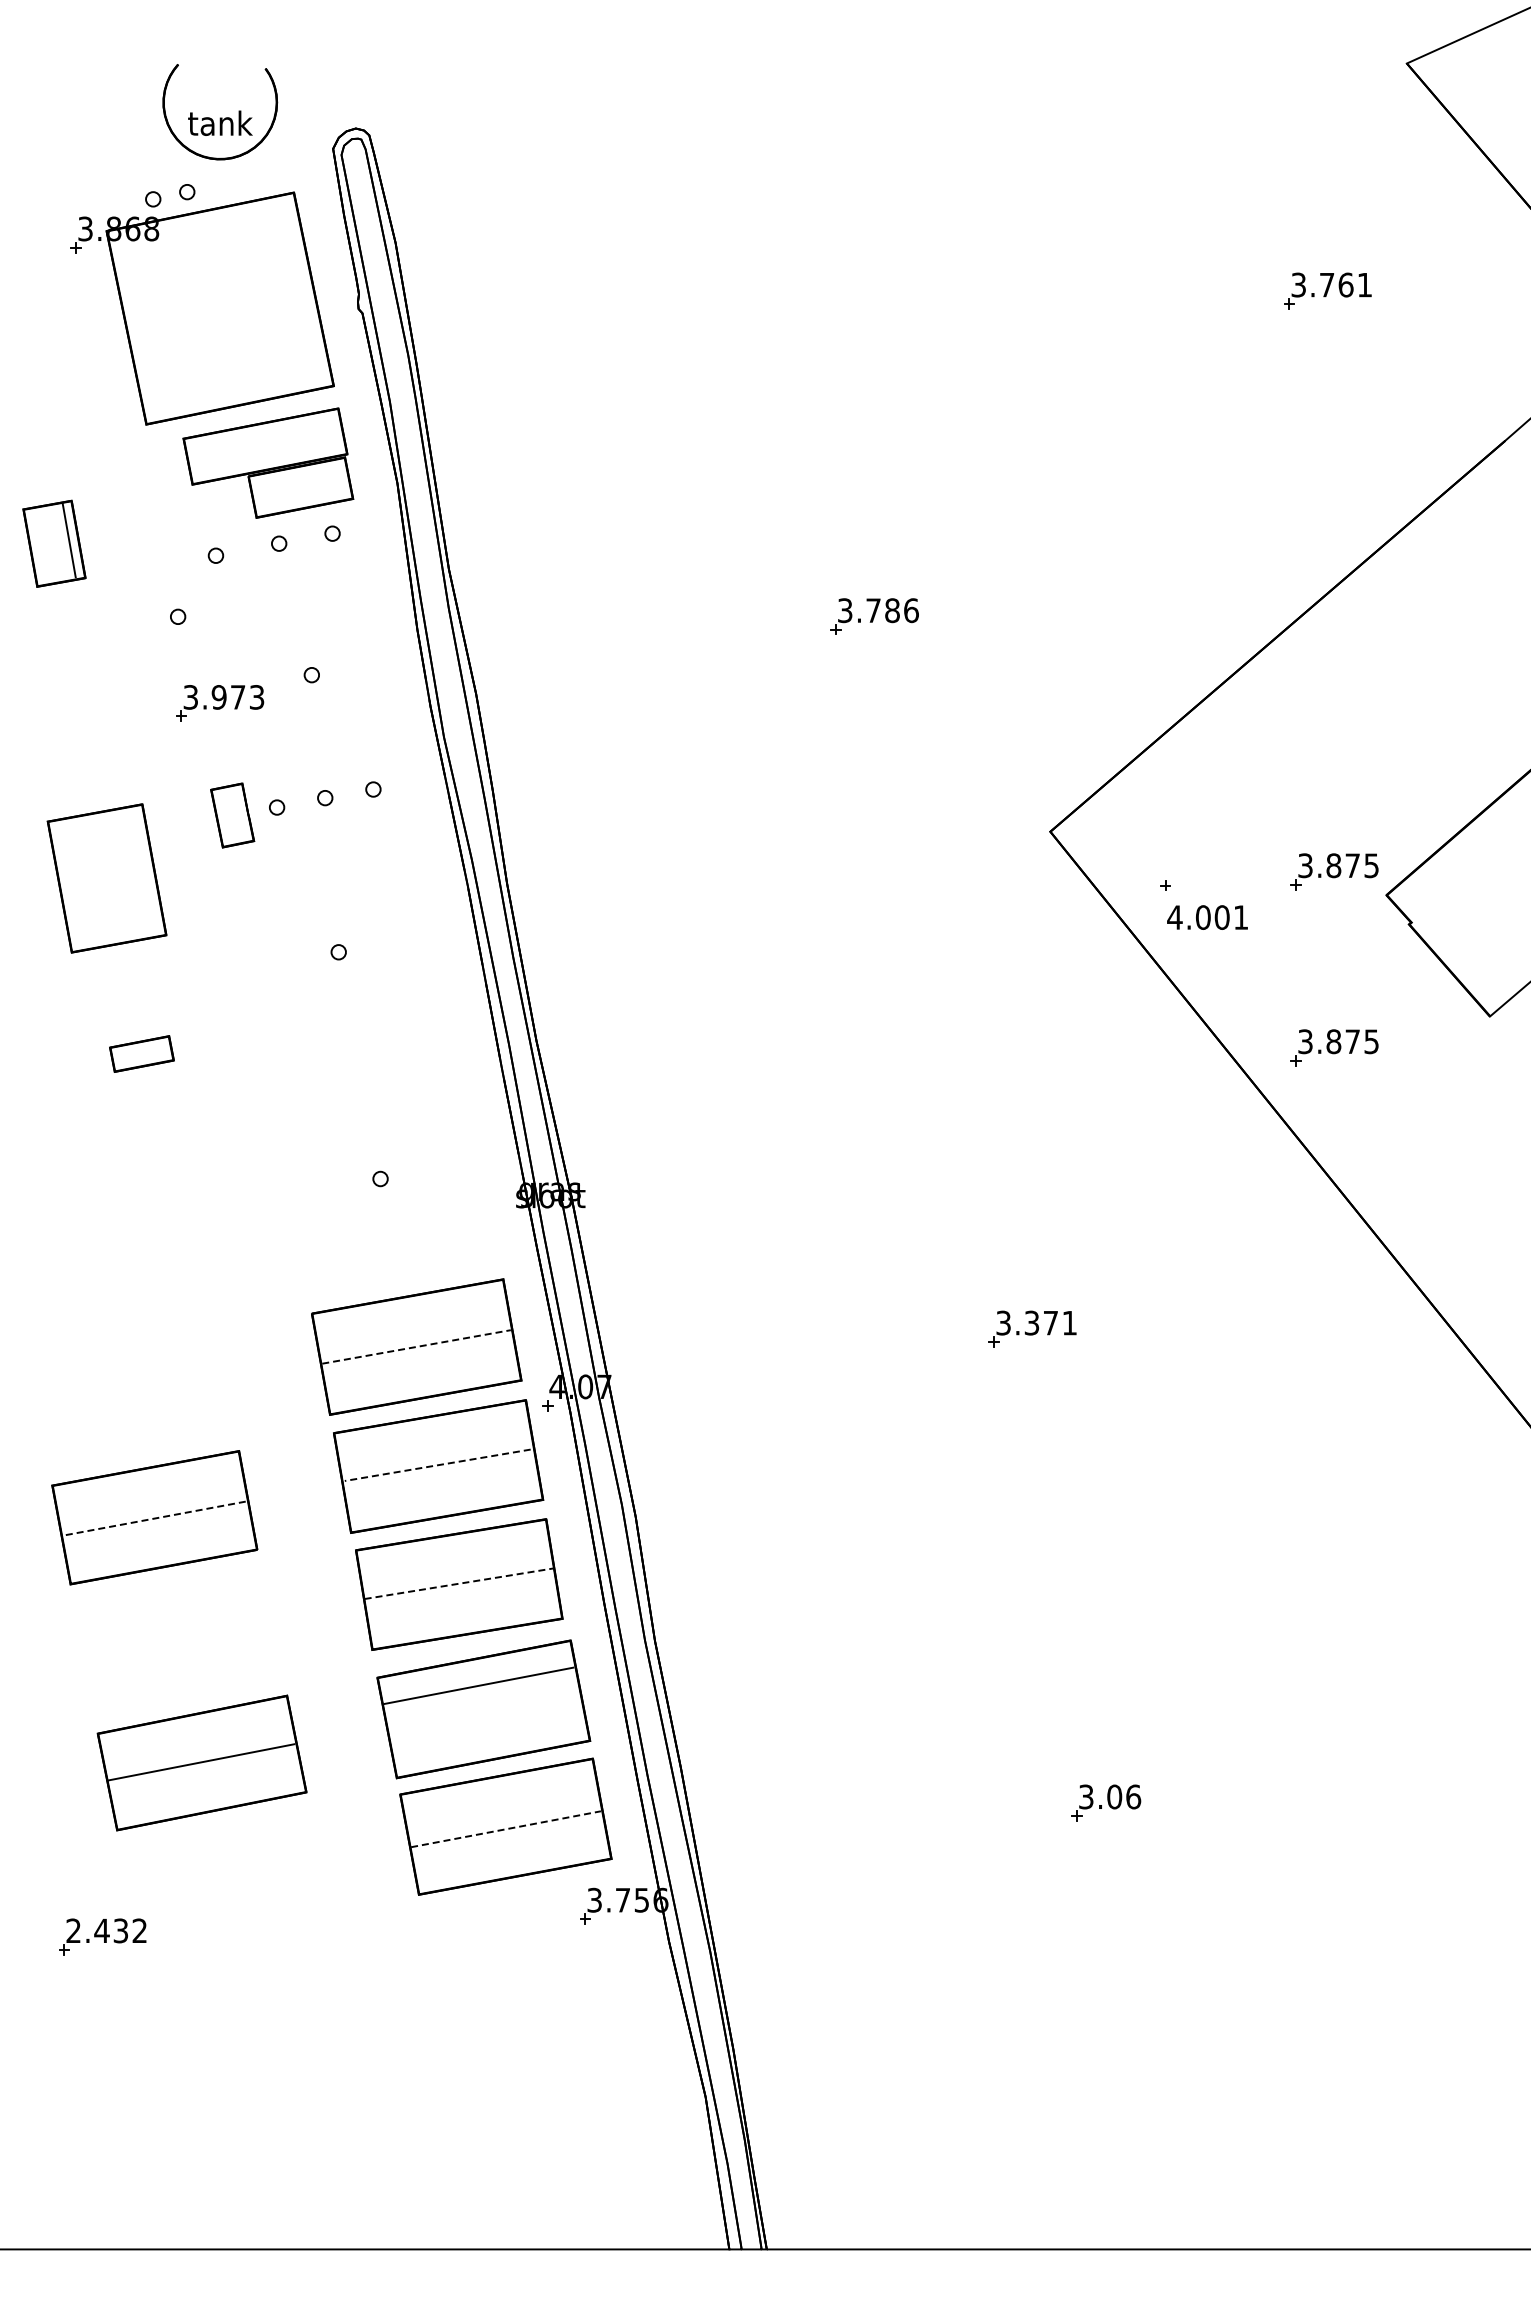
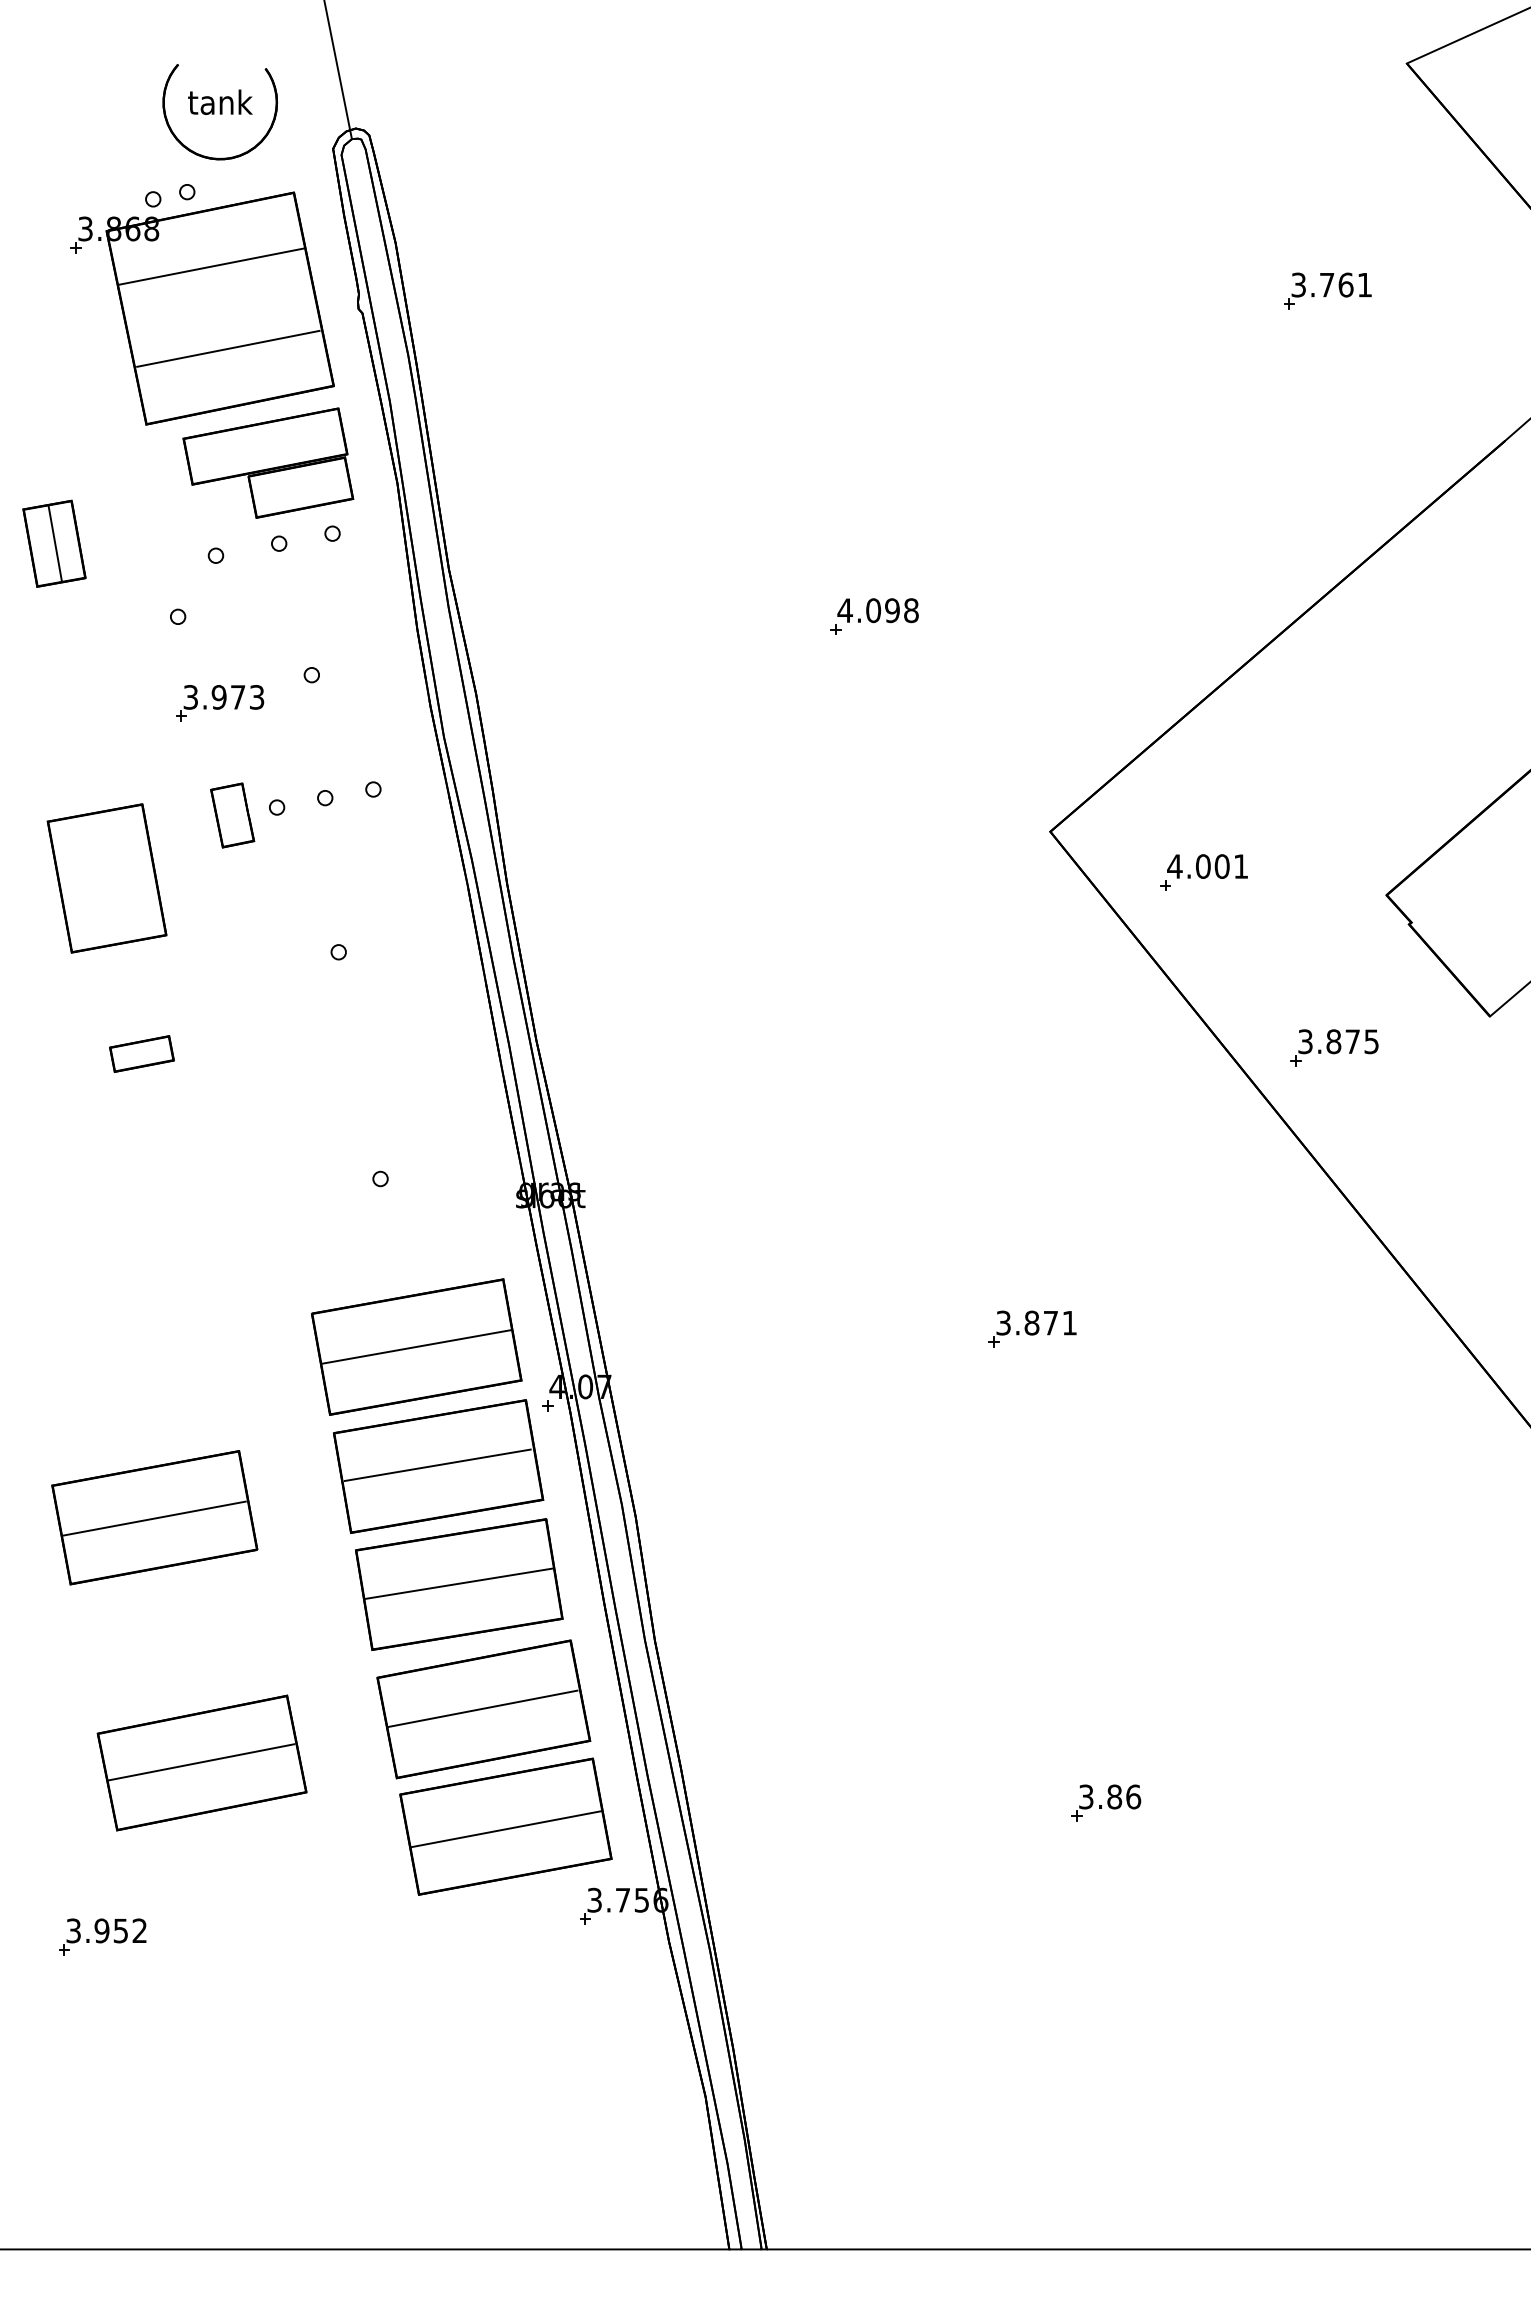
line at (337, 70): none -> present
text at (220, 122) position: (220, 122) -> (220, 101)
line at (211, 266): none -> present
line at (228, 348): none -> present
line at (68, 540) position: (68, 540) -> (54, 543)
text at (877, 610): 3.786 -> 4.098
part at (1334, 871): present -> none
text at (1207, 917) position: (1207, 917) -> (1207, 866)
text at (1031, 1322): 3.371 -> 3.871
line at (416, 1346): dashed -> solid
line at (437, 1465): dashed -> solid
line at (153, 1518): dashed -> solid
line at (459, 1583): dashed -> solid
line at (478, 1685) position: (478, 1685) -> (482, 1708)
text at (1114, 1797): 3.06 -> 3.86
line at (506, 1829): dashed -> solid
text at (96, 1930): 2.432 -> 3.952
